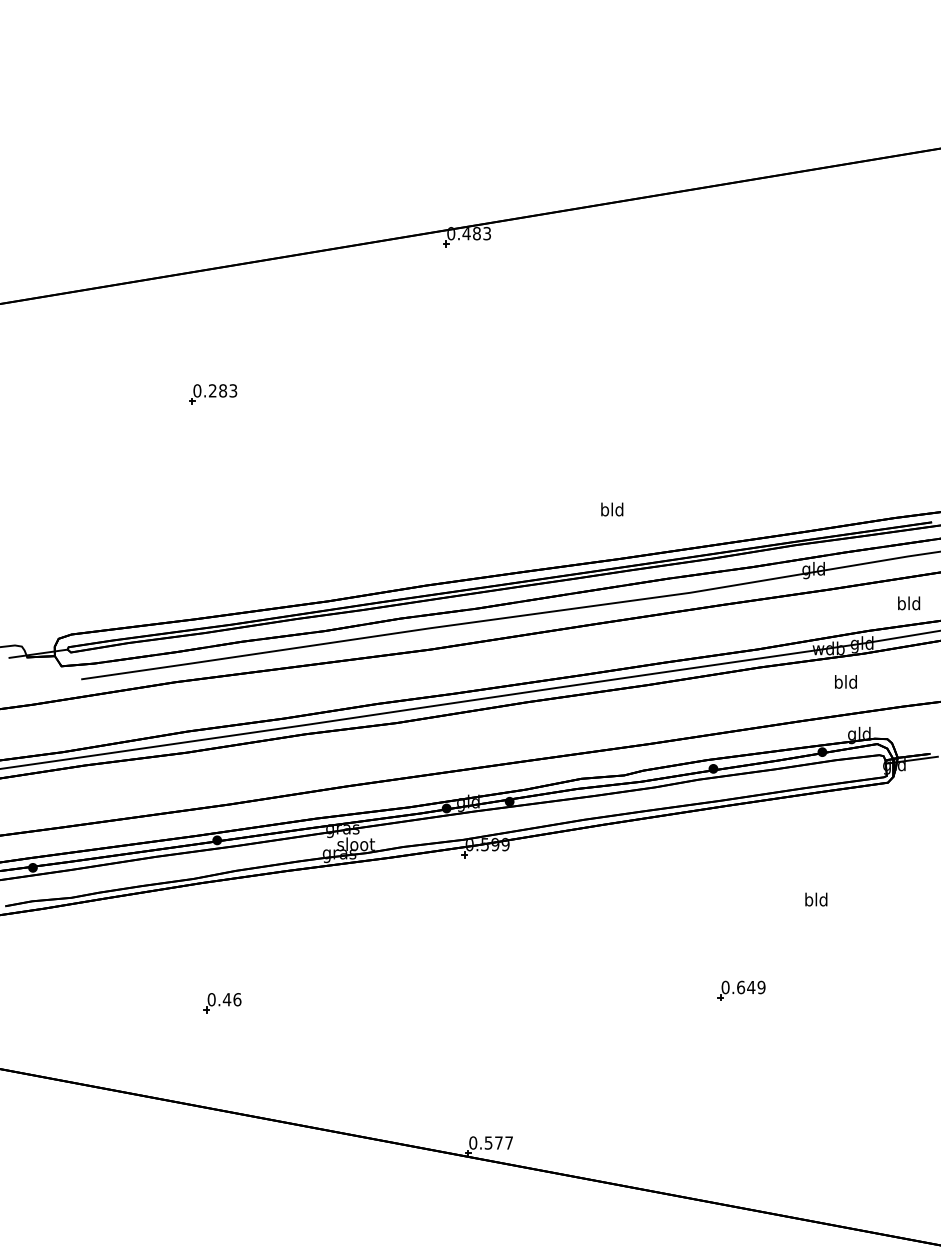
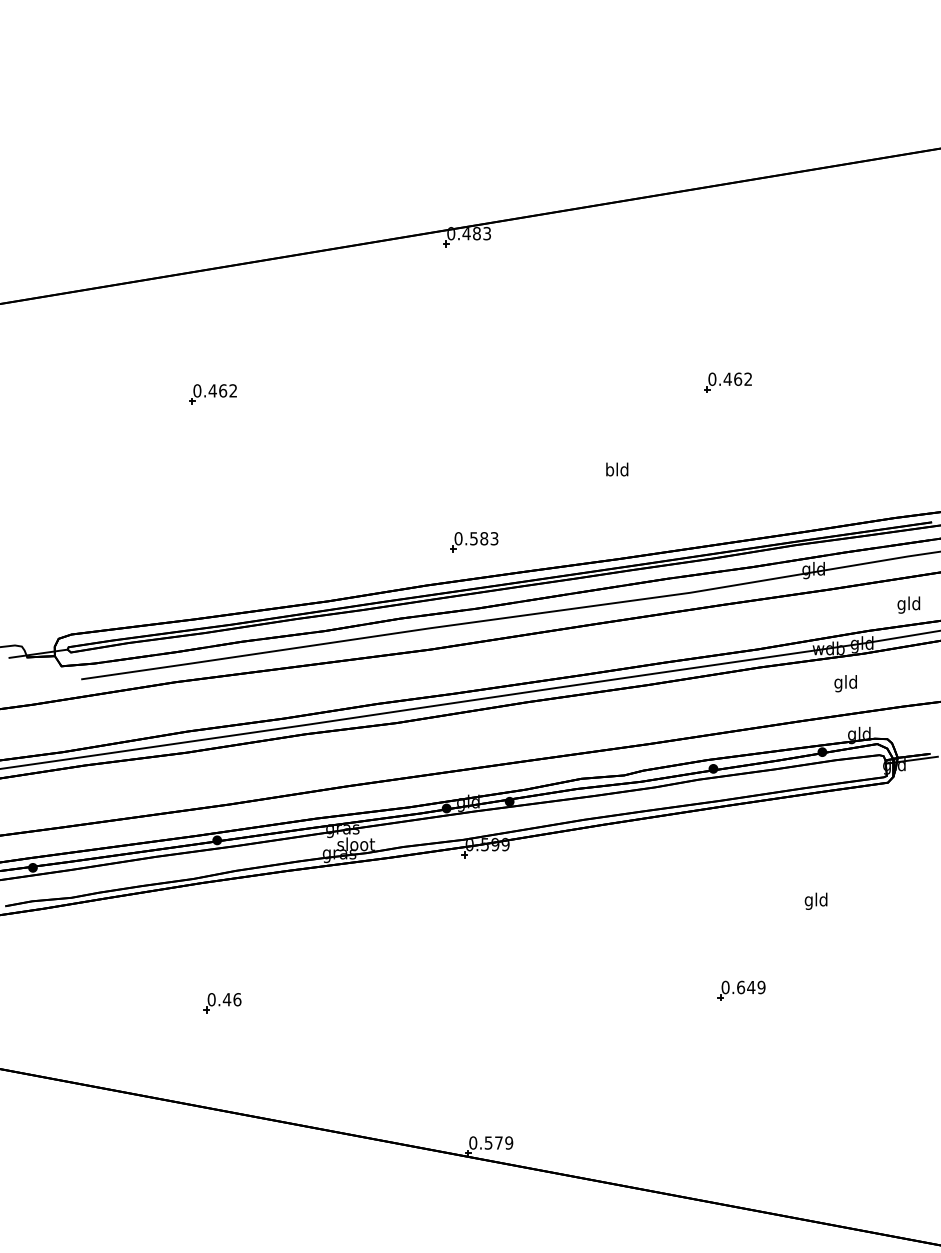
part at (727, 382): none -> present
text at (222, 390): 0.283 -> 0.462
text at (612, 509) position: (612, 509) -> (617, 469)
part at (474, 542): none -> present
text at (901, 604): bld -> gld
text at (838, 683): bld -> gld
text at (808, 900): bld -> gld
text at (509, 1142): 0.577 -> 0.579
